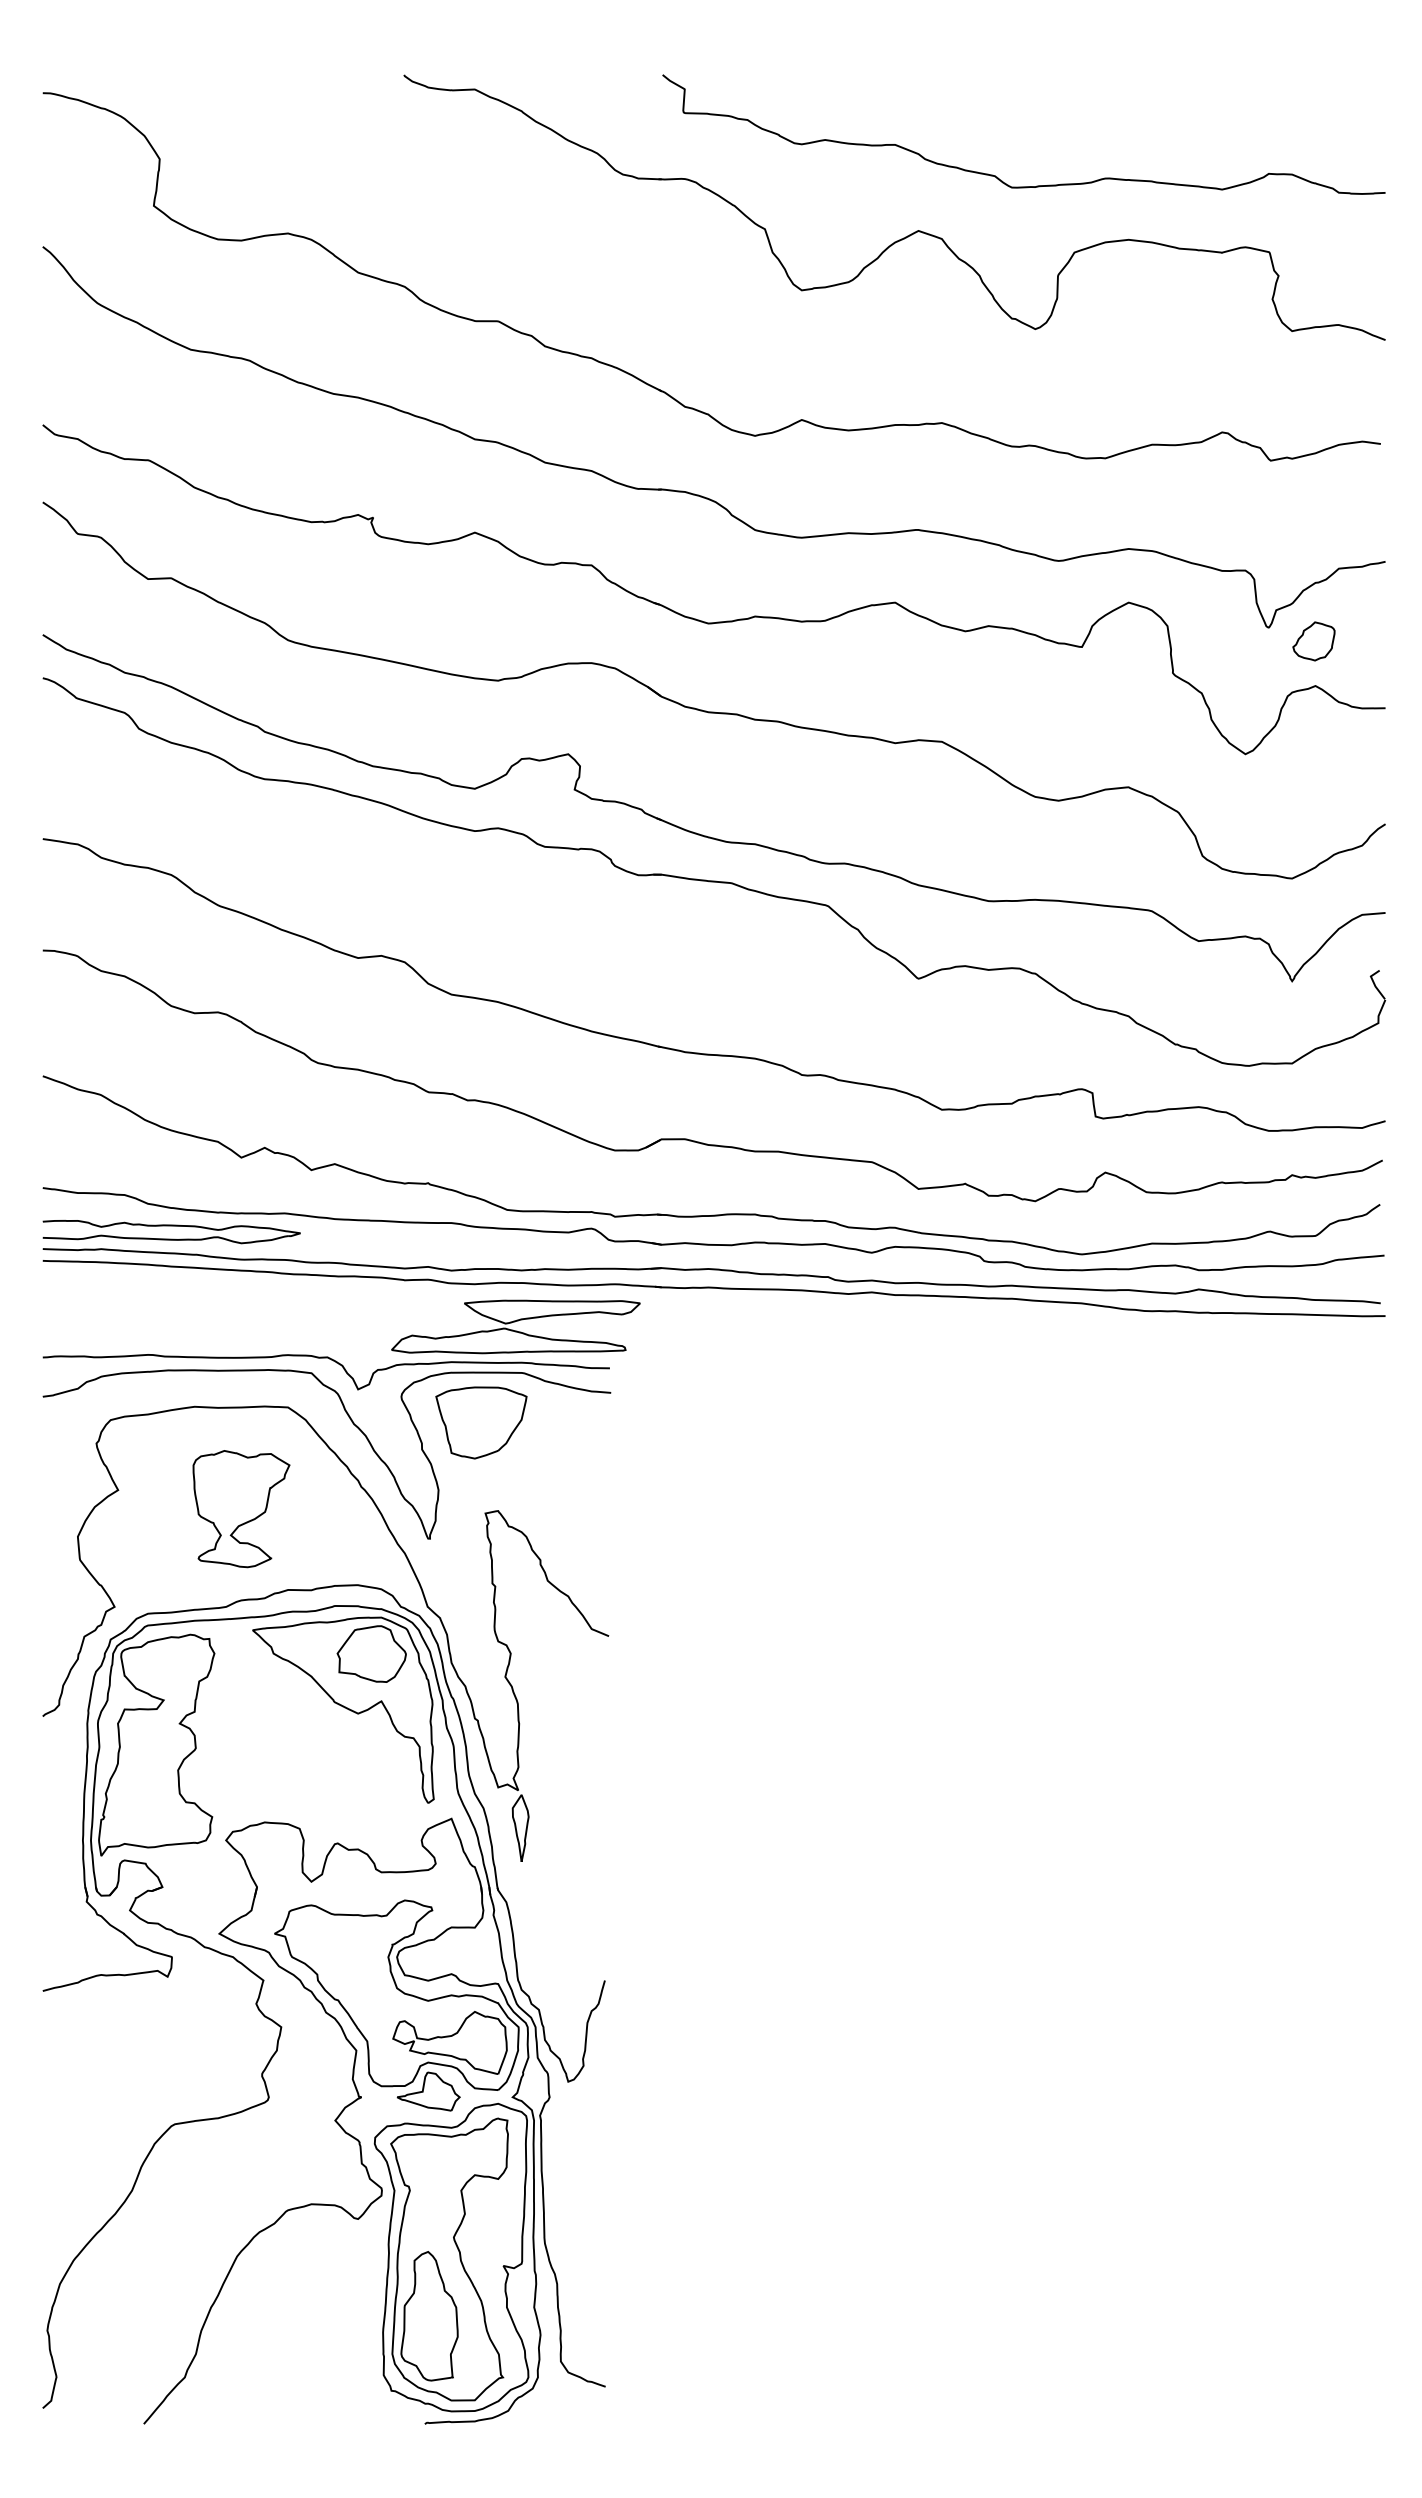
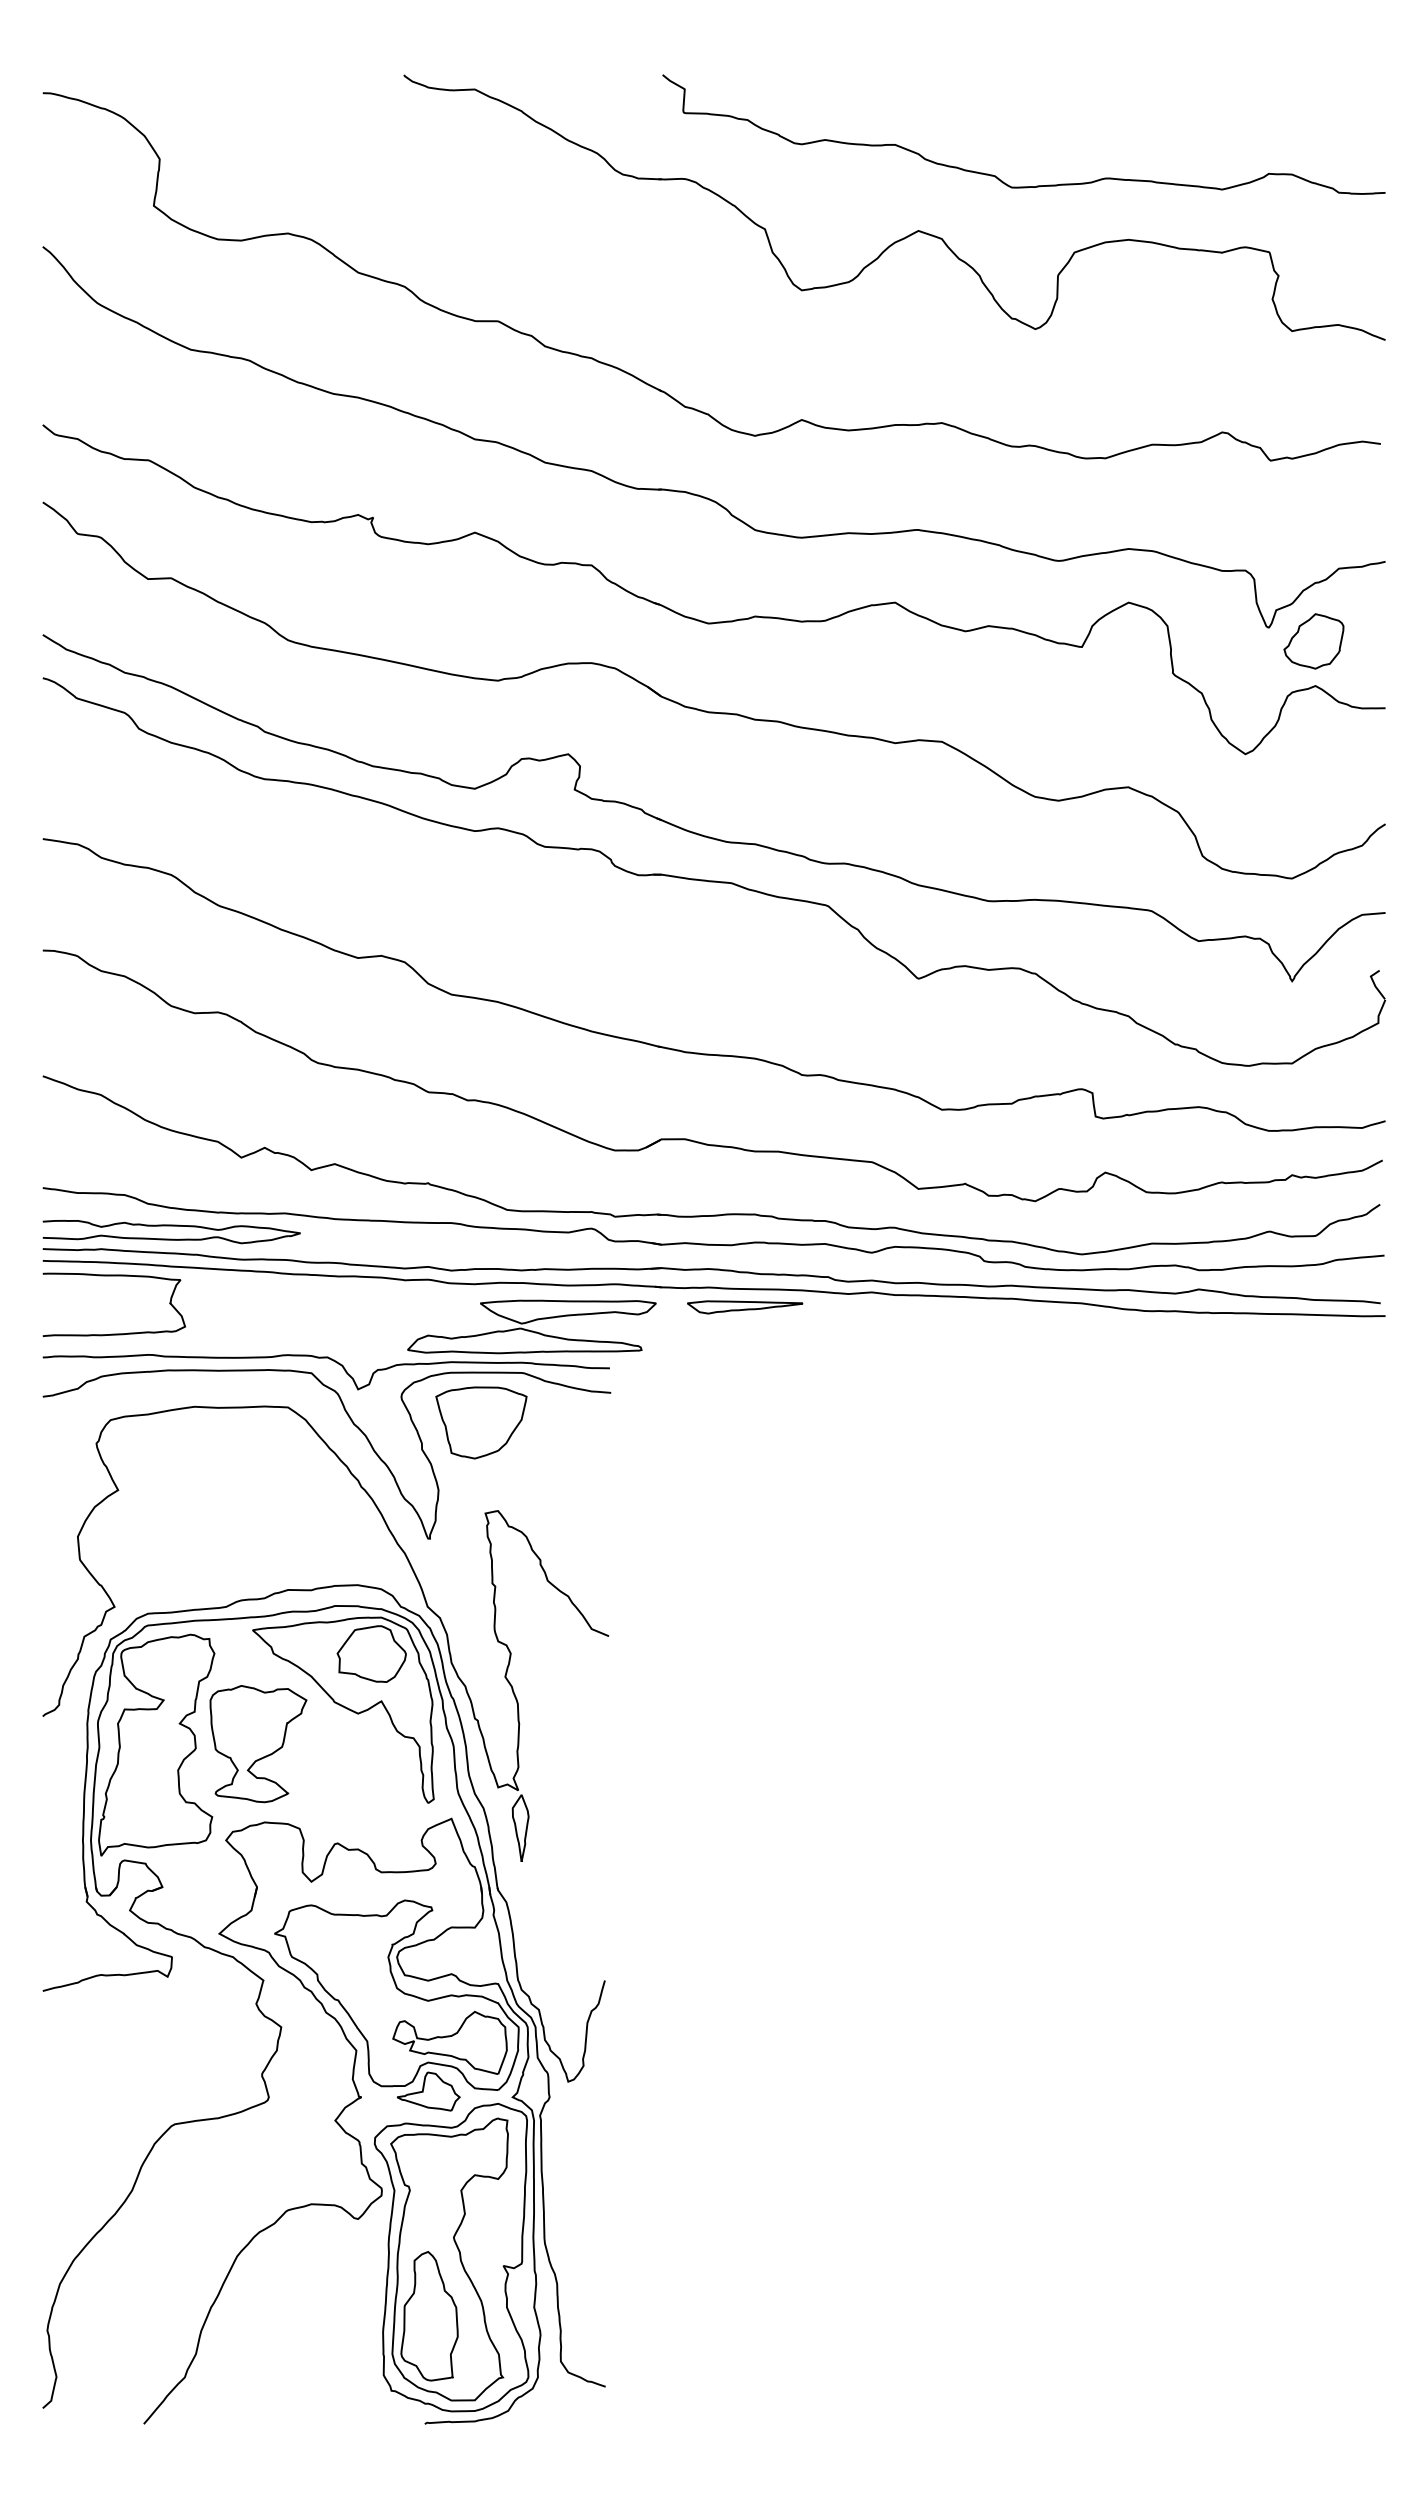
part at (1313, 641) size: 44x41 px -> 62x57 px
curve at (113, 1276): none -> present
part at (745, 1307): none -> present
part at (515, 1326) position: (515, 1326) -> (531, 1326)
part at (241, 1509) position: (241, 1509) -> (258, 1744)
